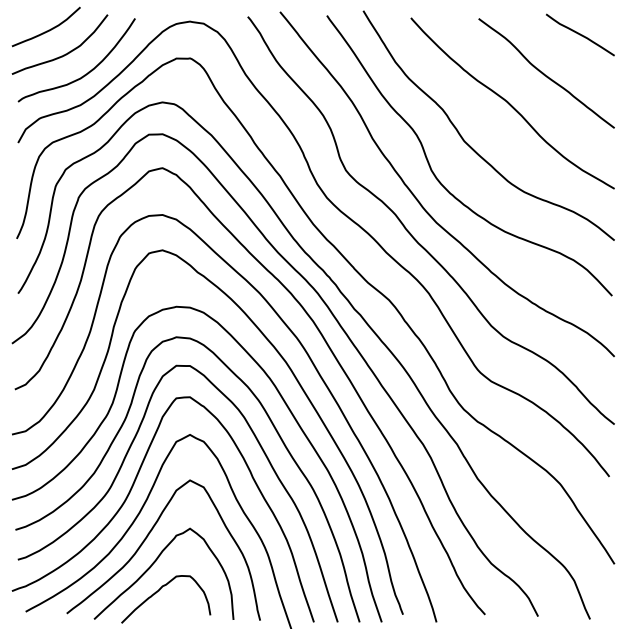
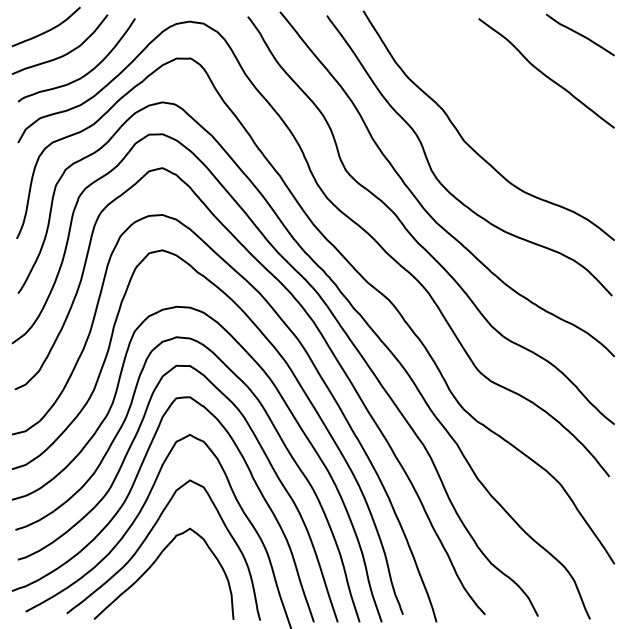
curve at (511, 104): present -> none
curve at (159, 591): present -> none
